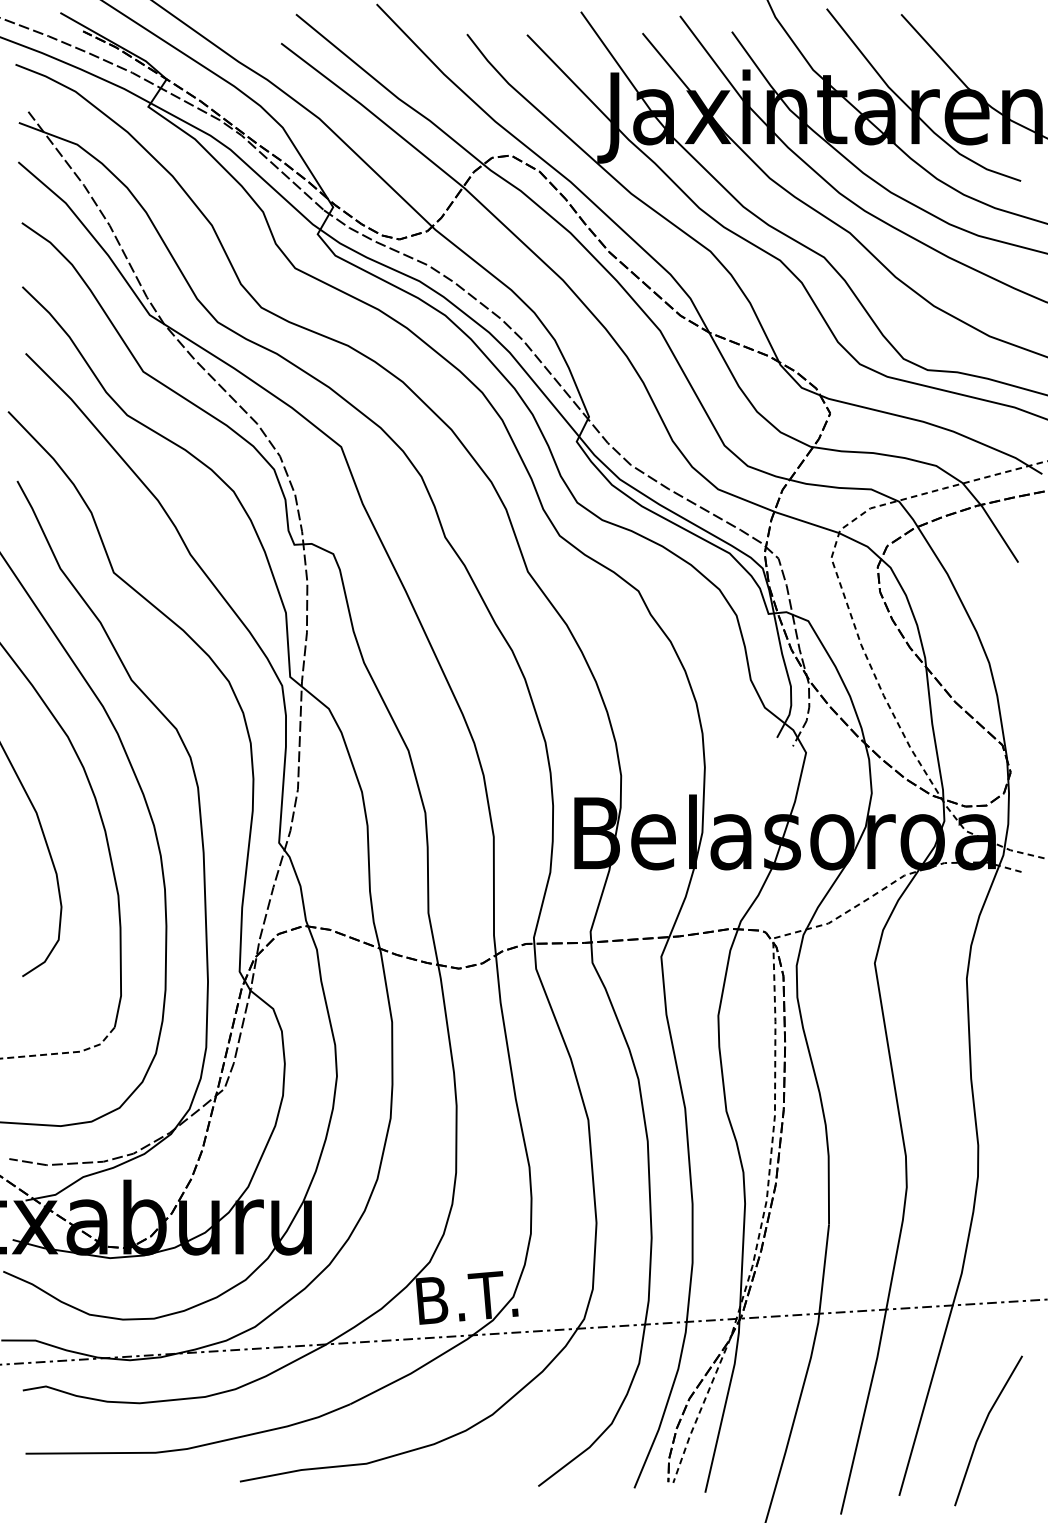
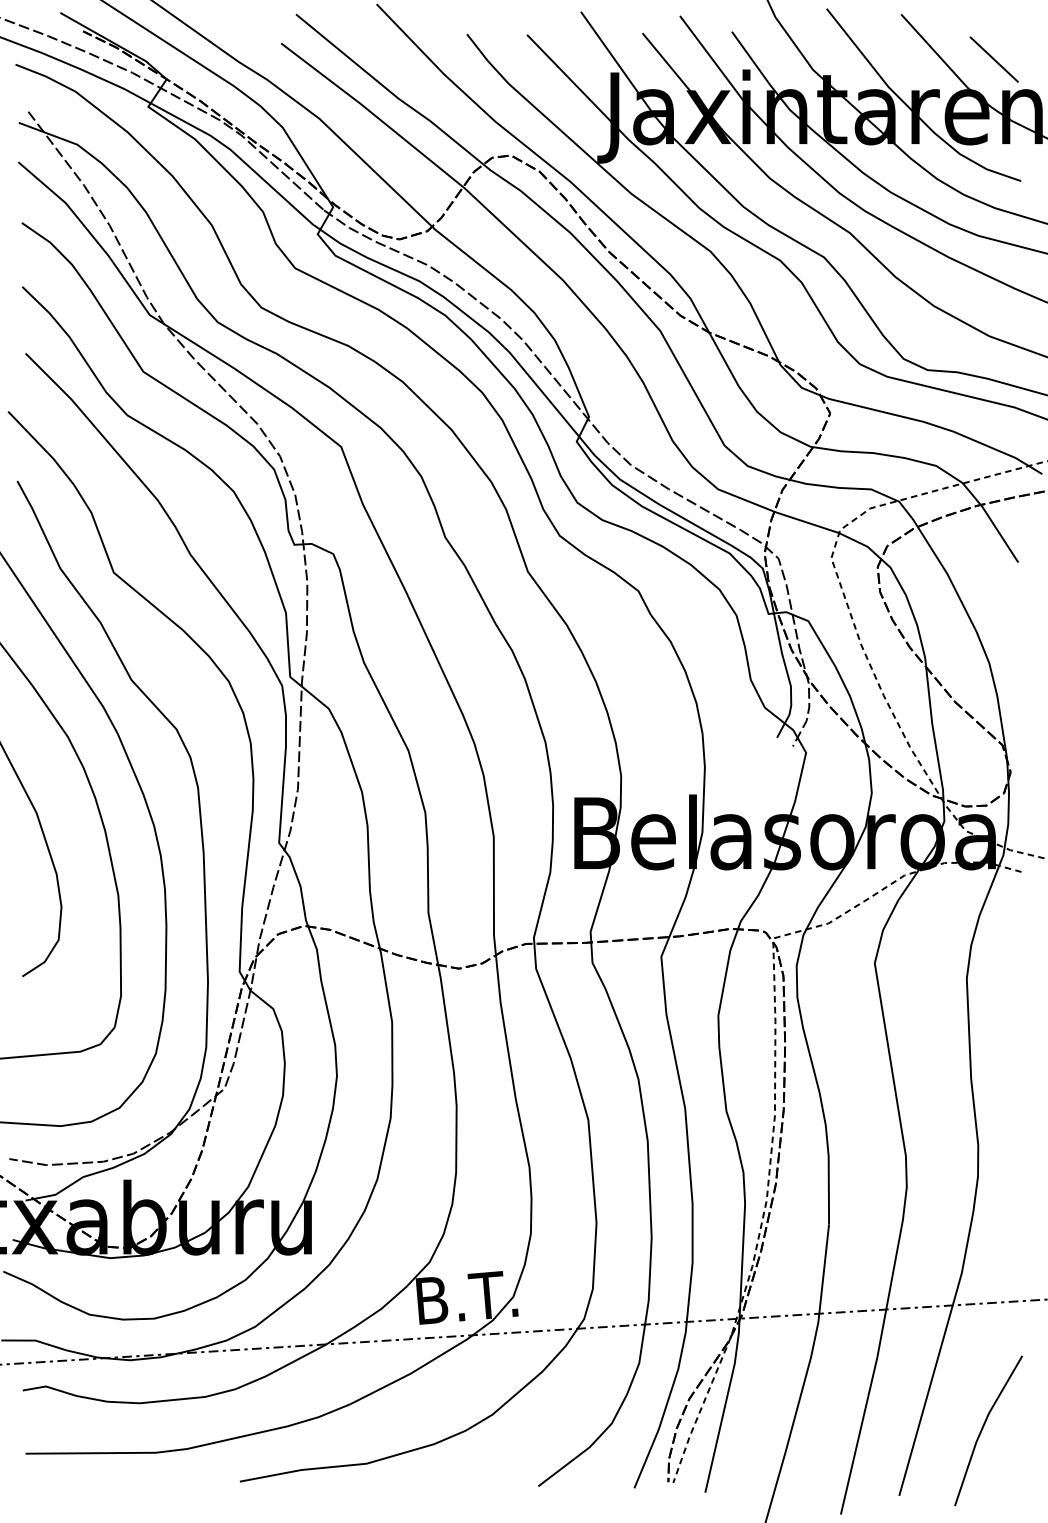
line at (993, 59): none -> present
line at (63, 1053): dashed -> solid
